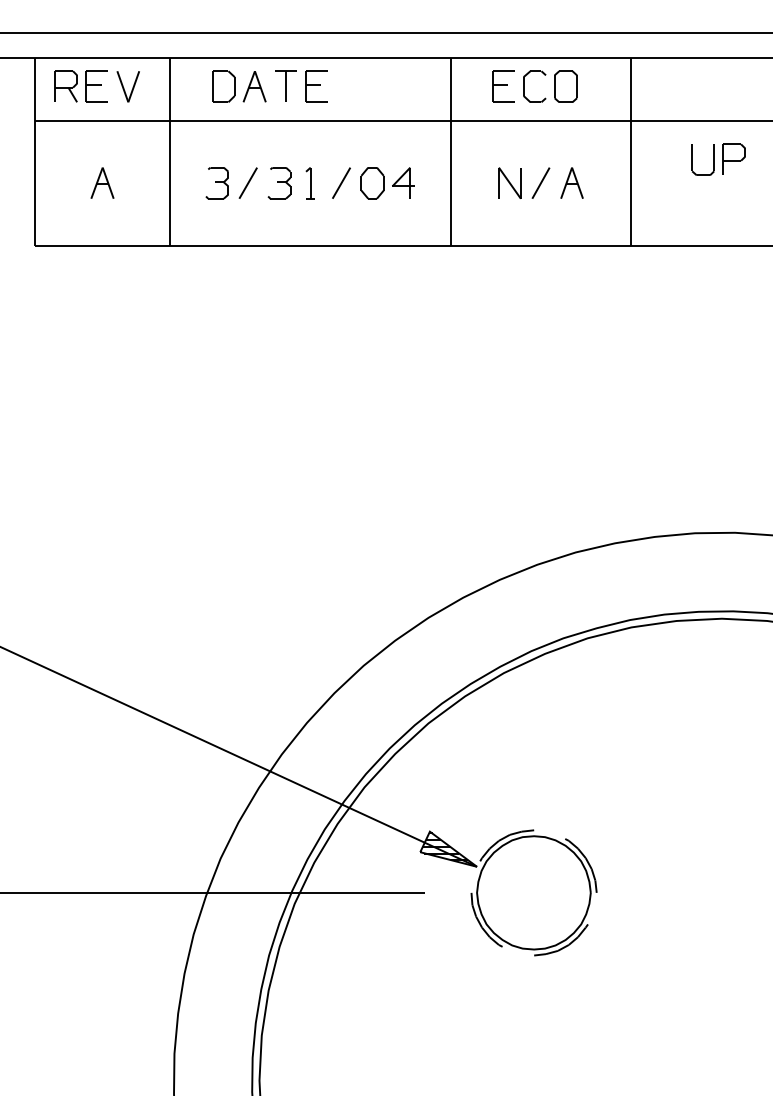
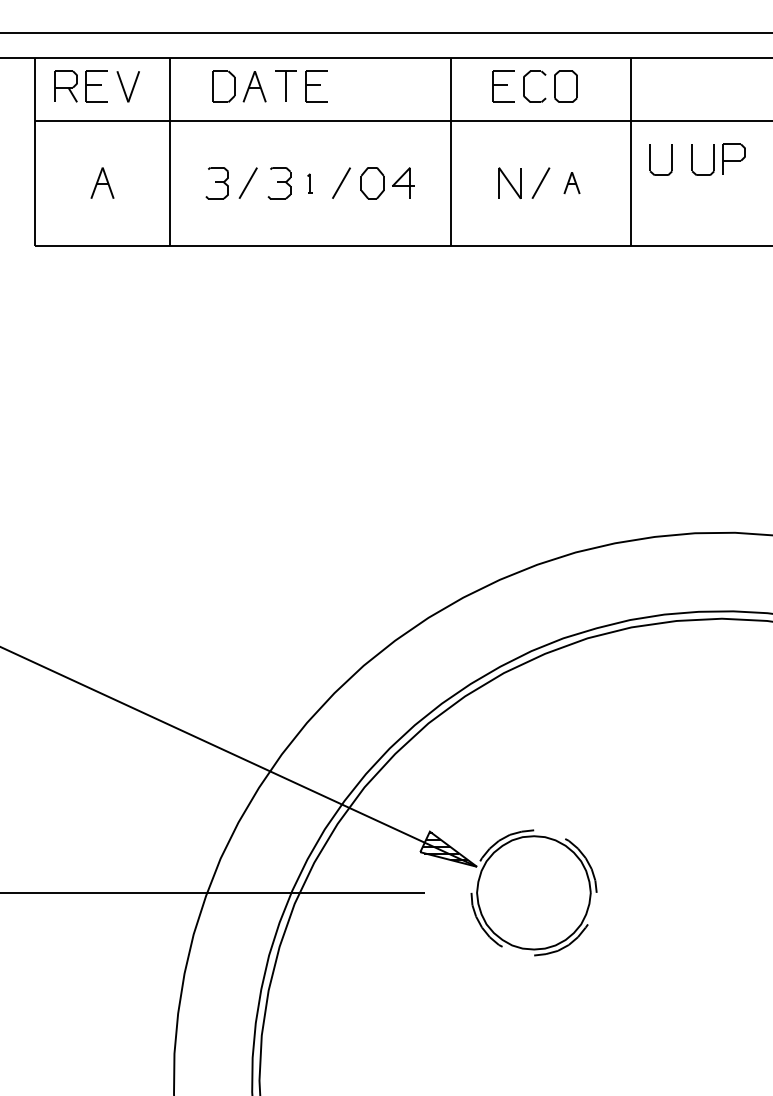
part at (650, 159): none -> present
part at (571, 182) size: 24x32 px -> 18x23 px
part at (309, 183) size: 10x33 px -> 6x21 px
